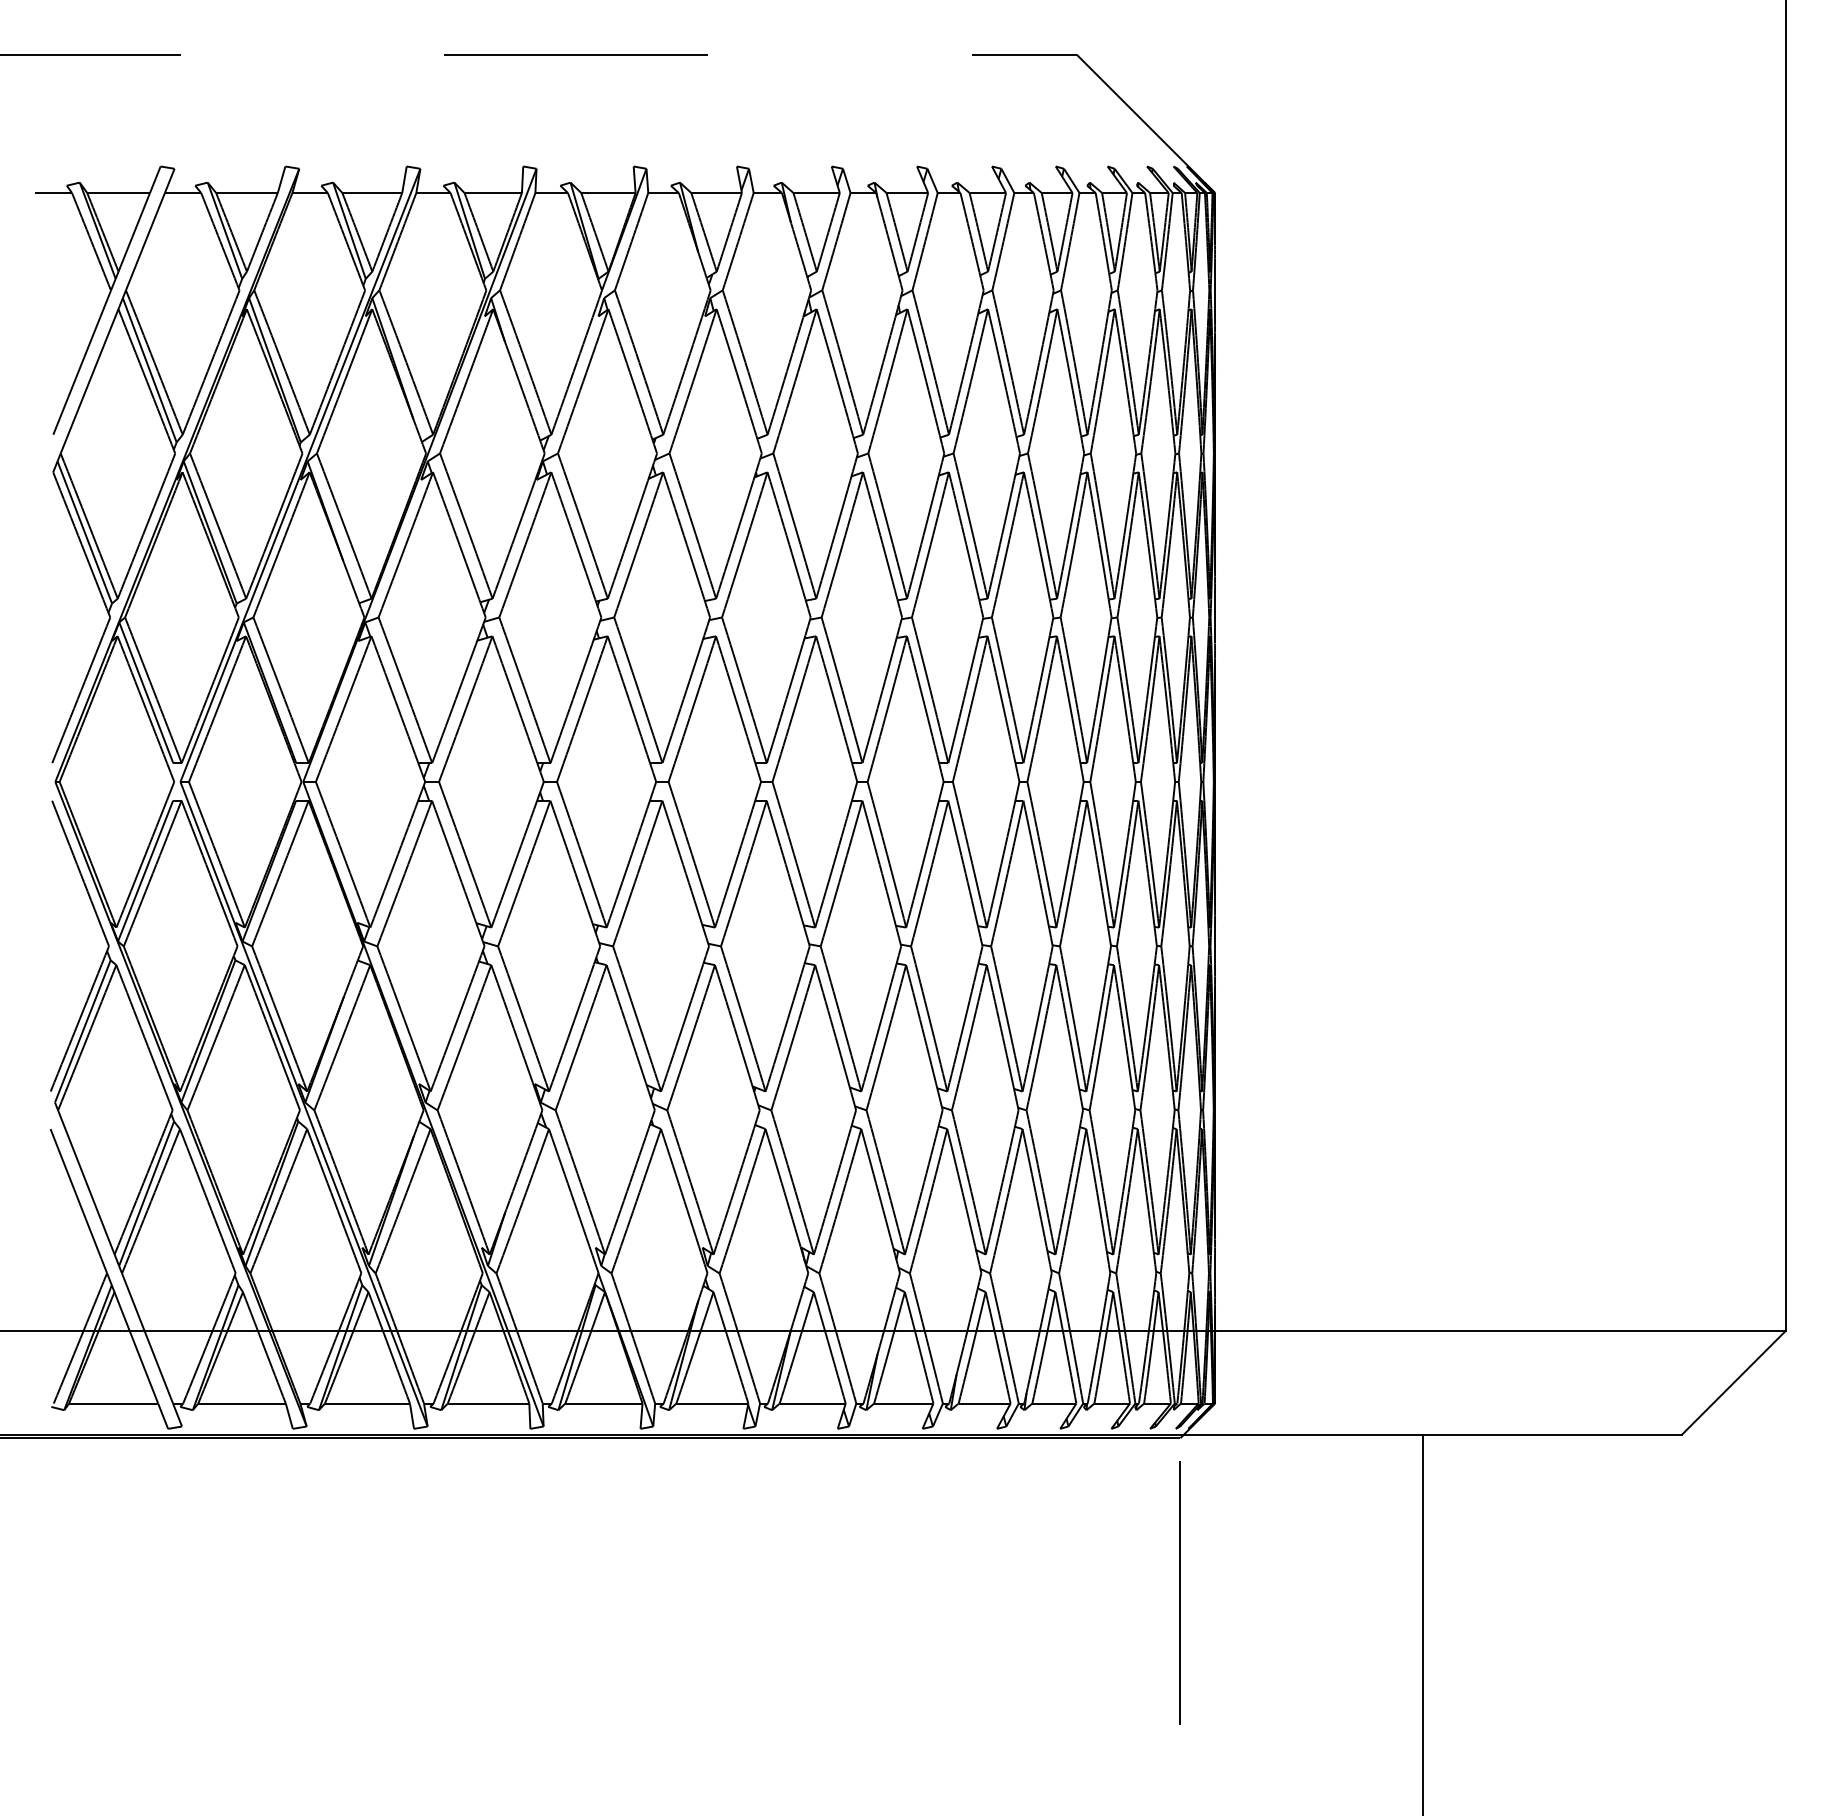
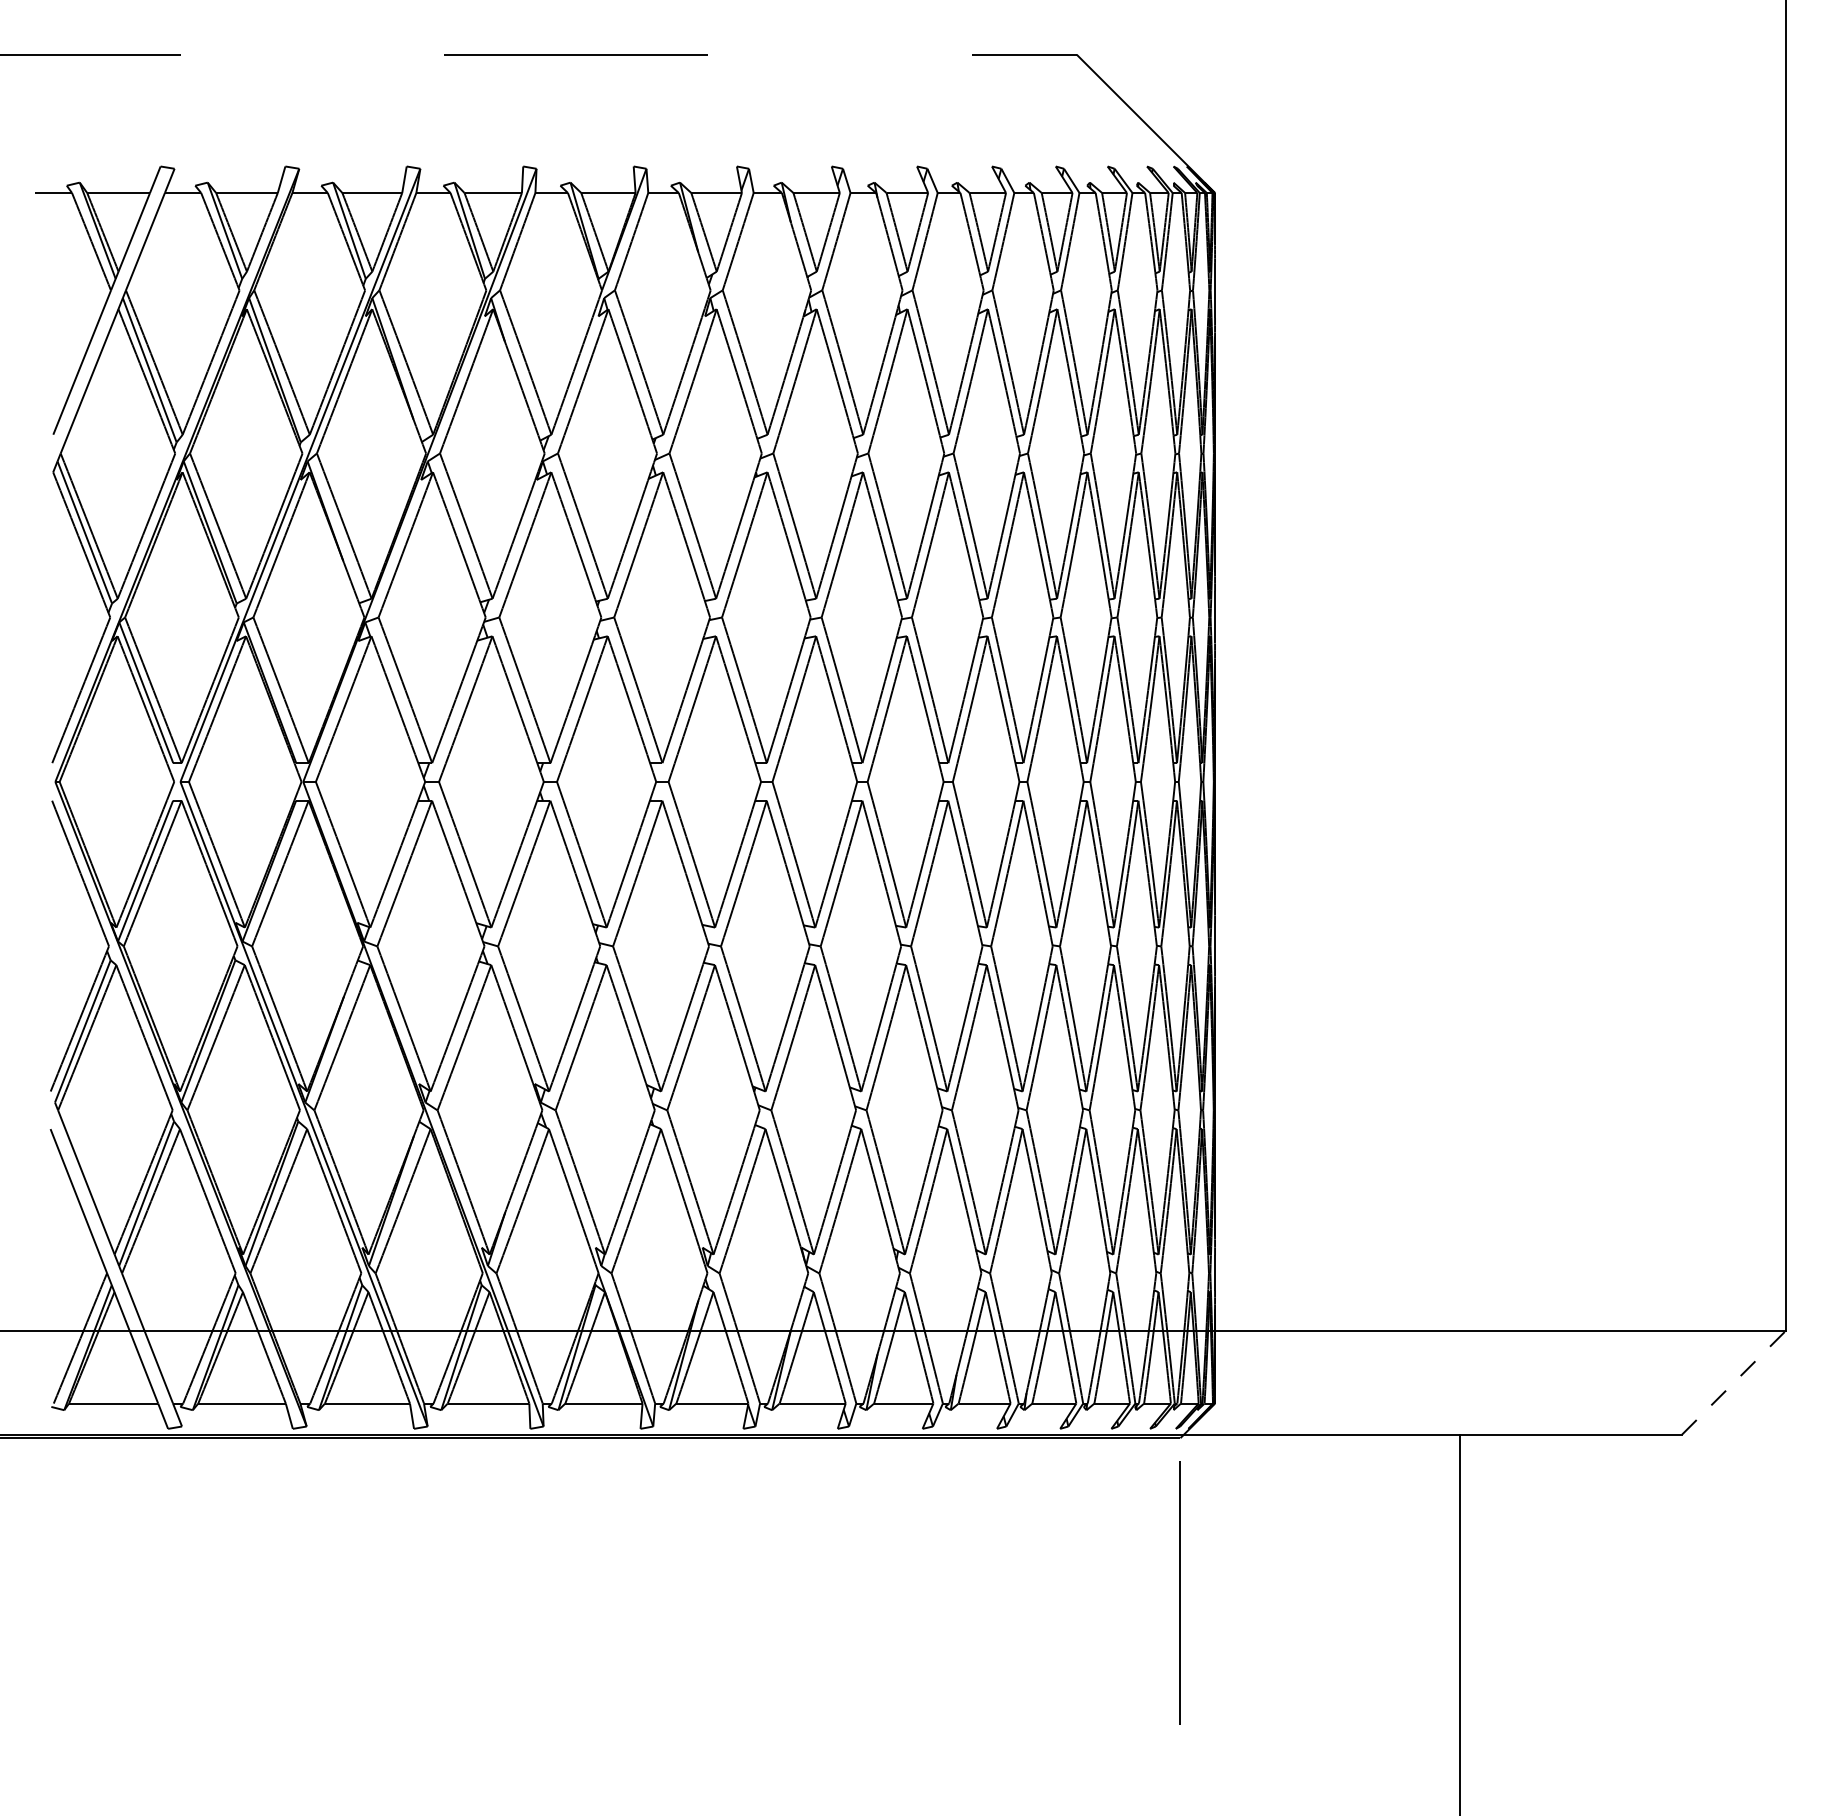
line at (1734, 1382): solid -> dashed
line at (1422, 1623) position: (1422, 1623) -> (1459, 1623)
